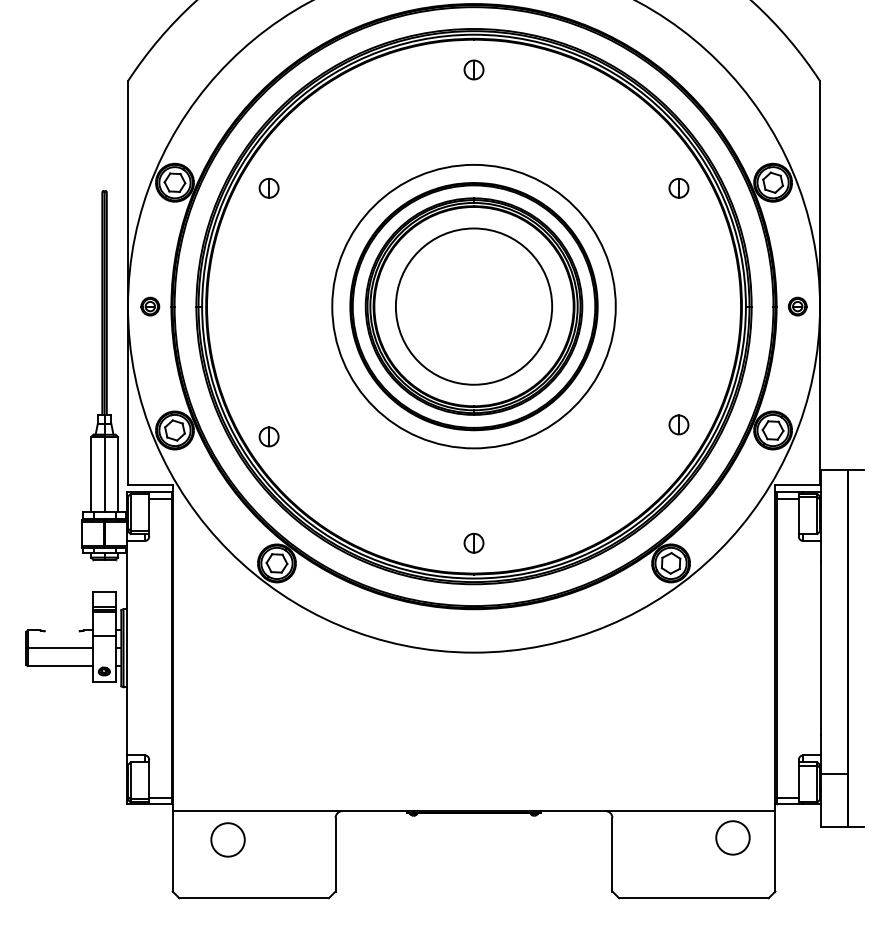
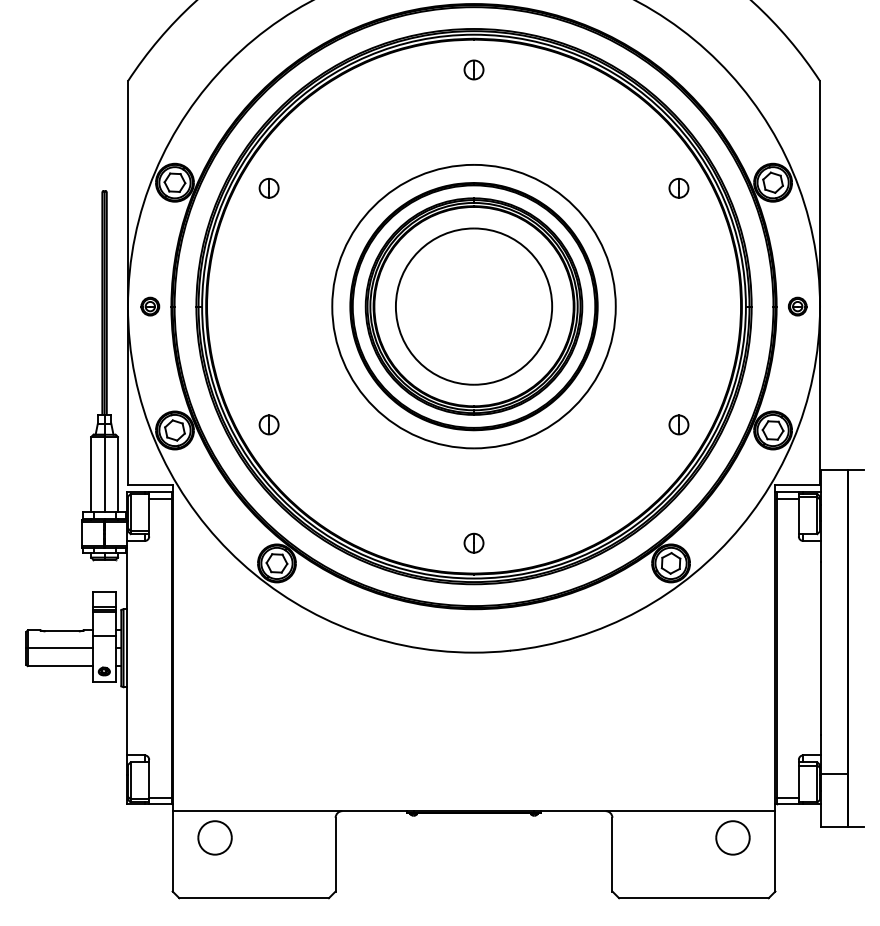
part at (268, 436) position: (268, 436) -> (268, 424)
line at (61, 631): none -> present
part at (227, 839) position: (227, 839) -> (214, 837)
